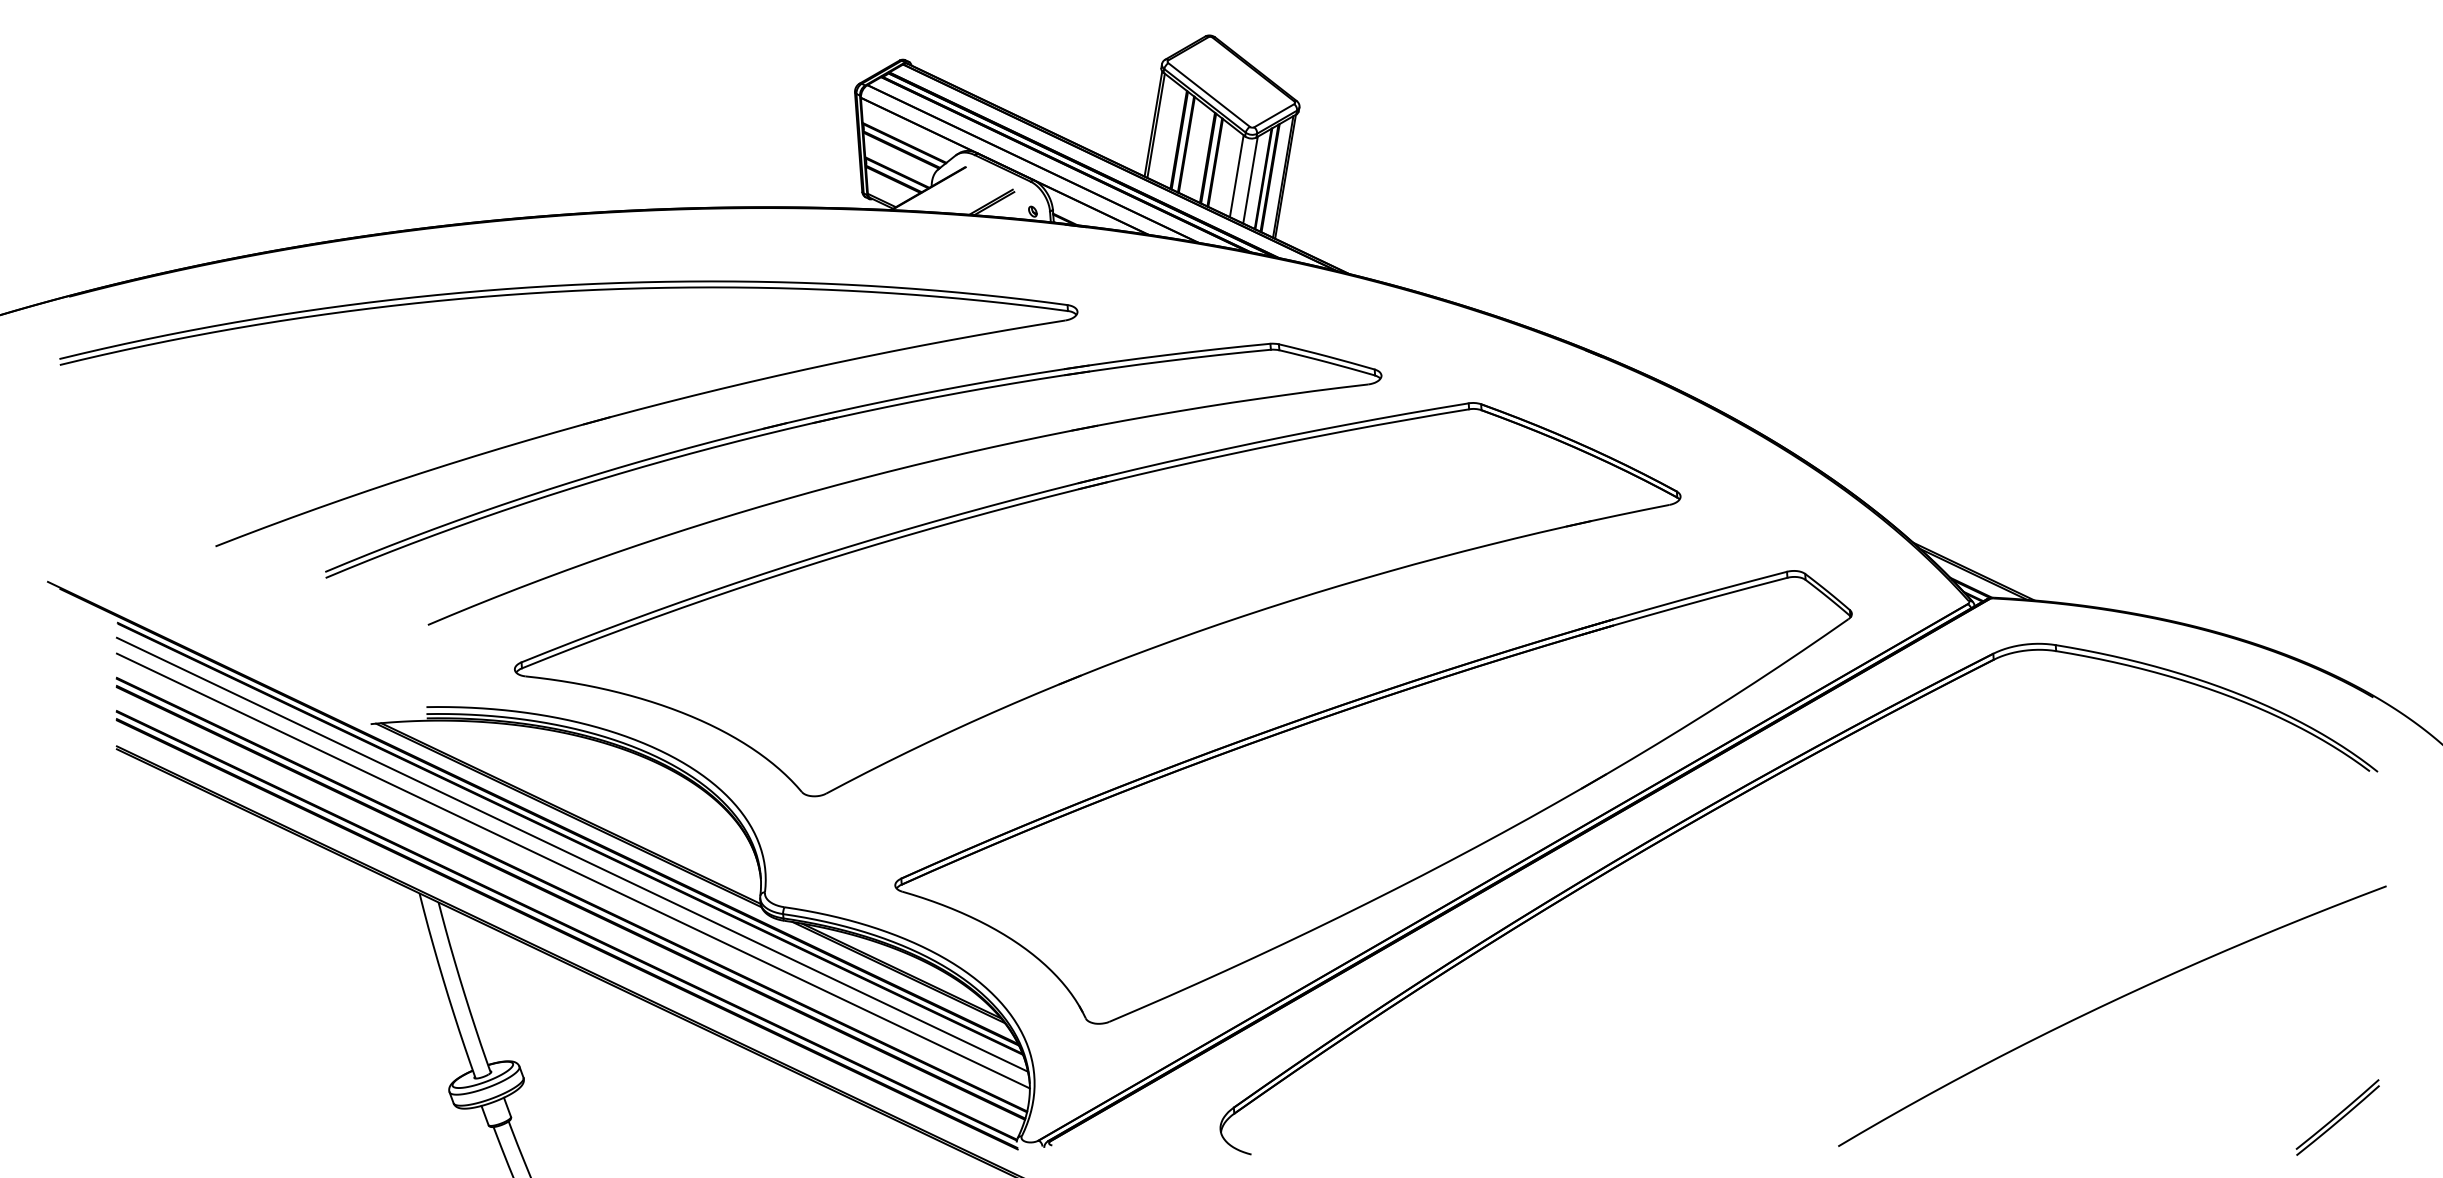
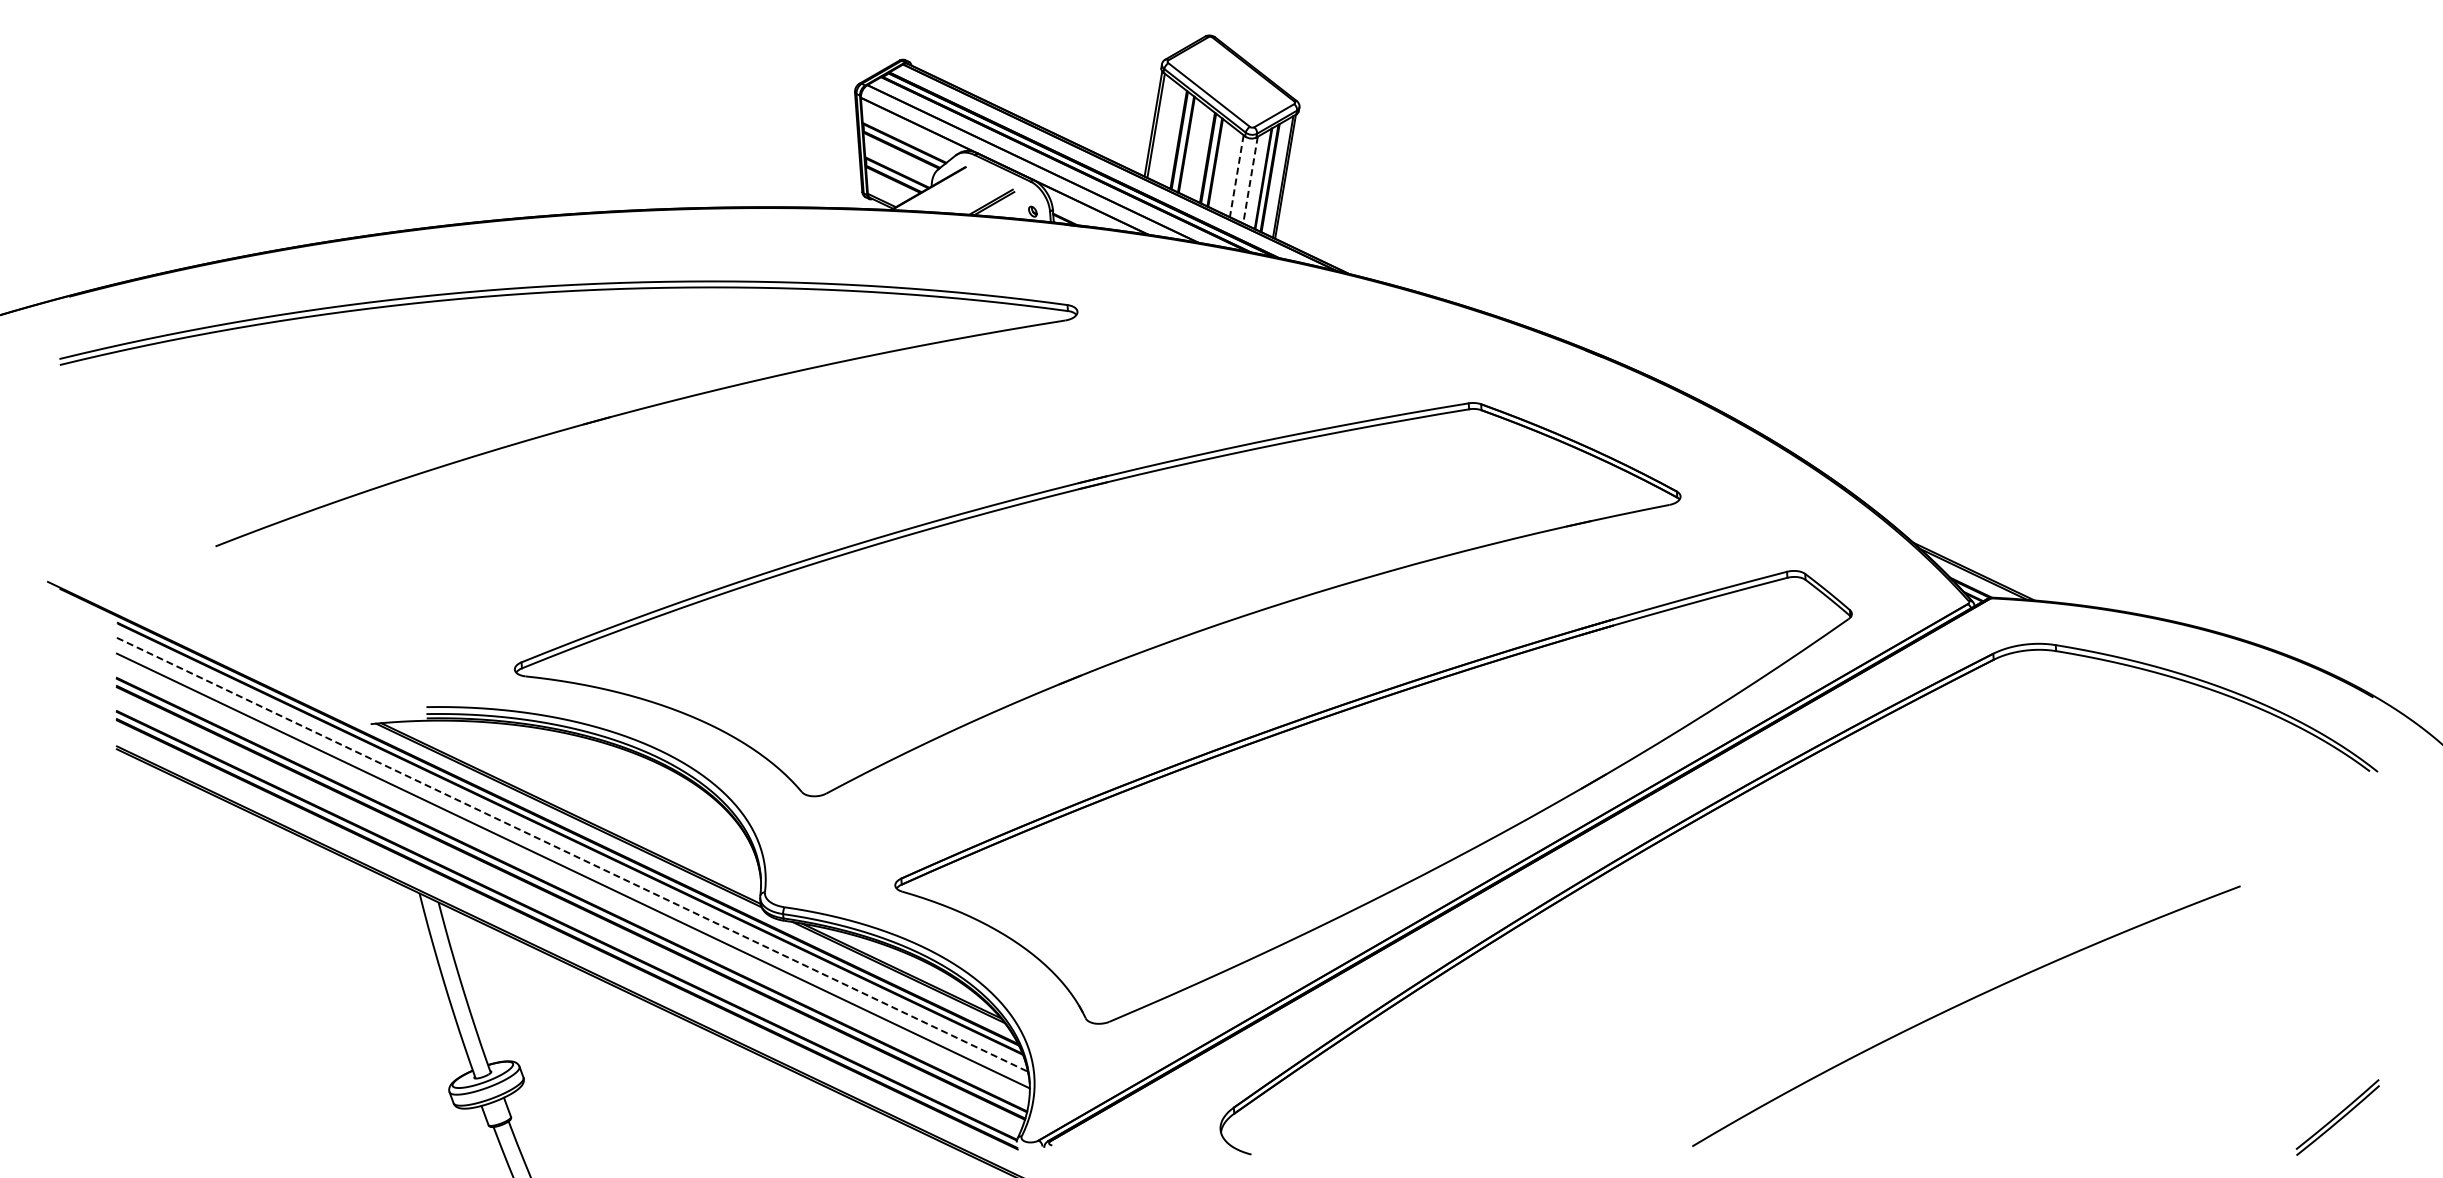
line at (1236, 176): solid -> dashed
line at (1250, 180): solid -> dashed
part at (853, 483): present -> none
line at (572, 854): solid -> dashed
curve at (2106, 1005) position: (2106, 1005) -> (1960, 1005)
